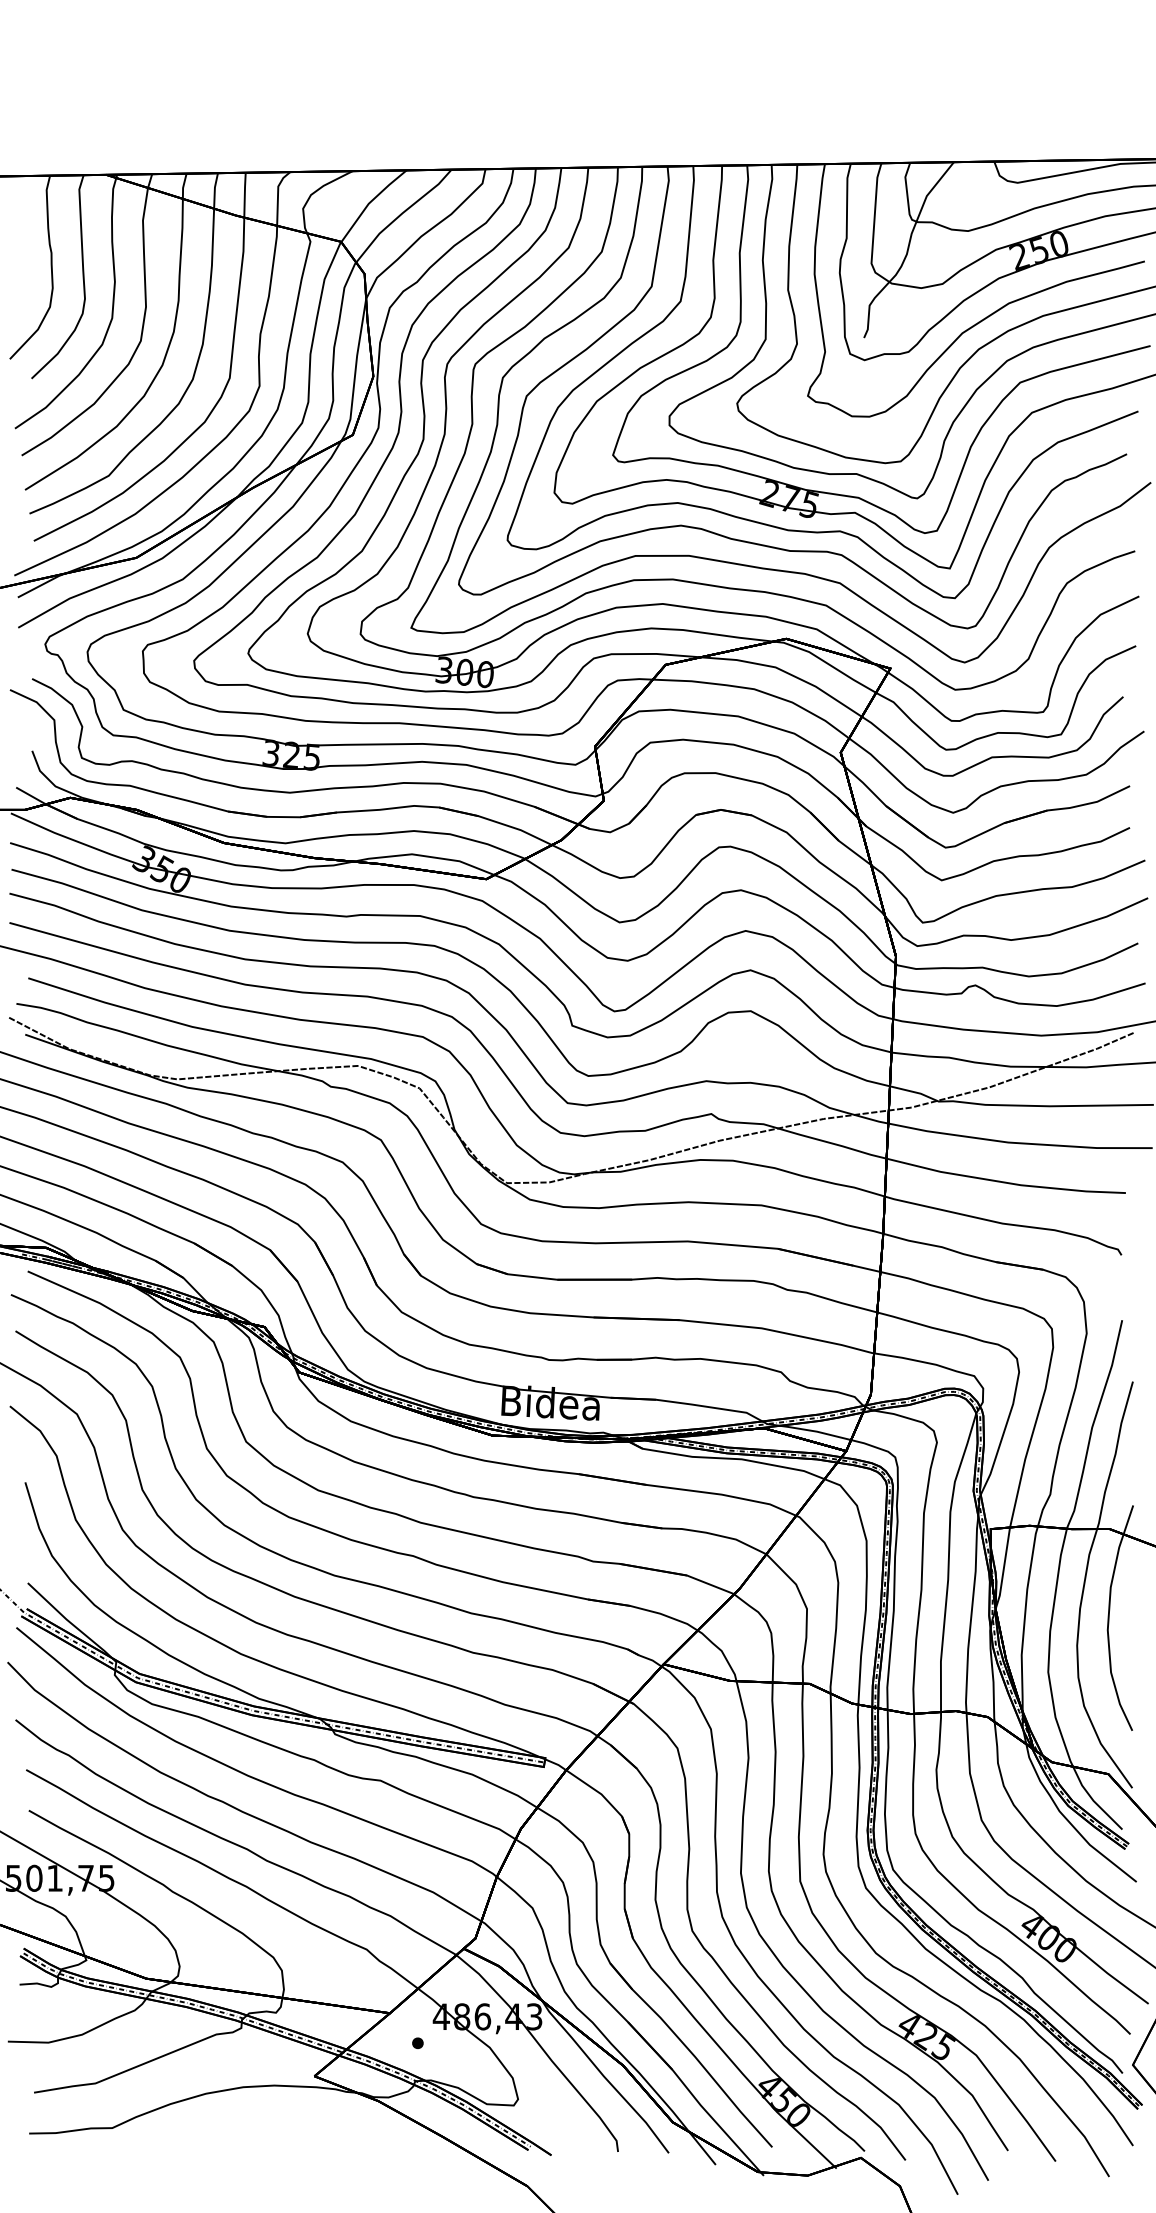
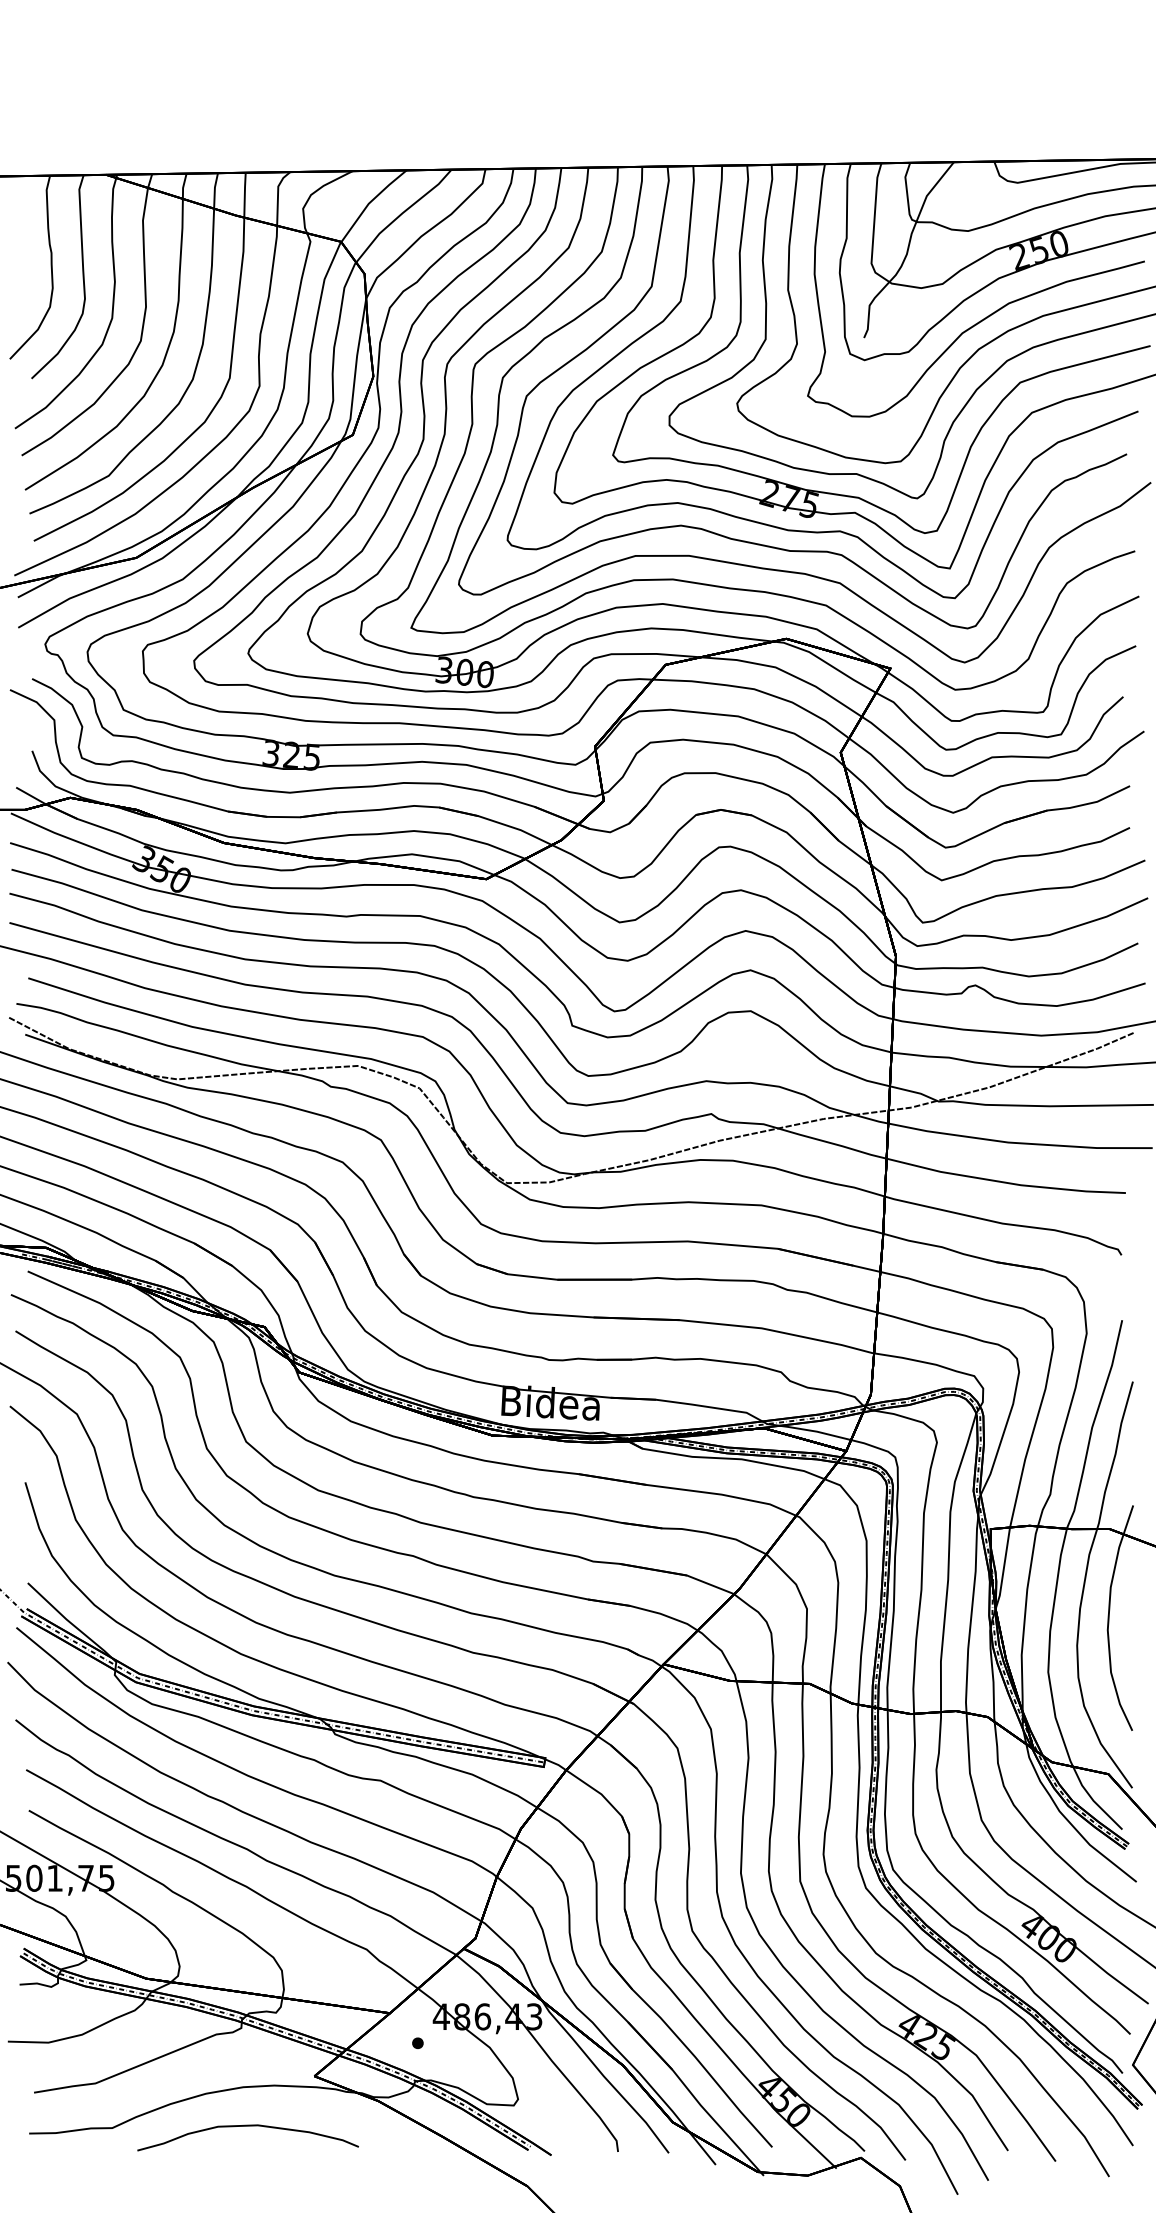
curve at (247, 2126): none -> present
